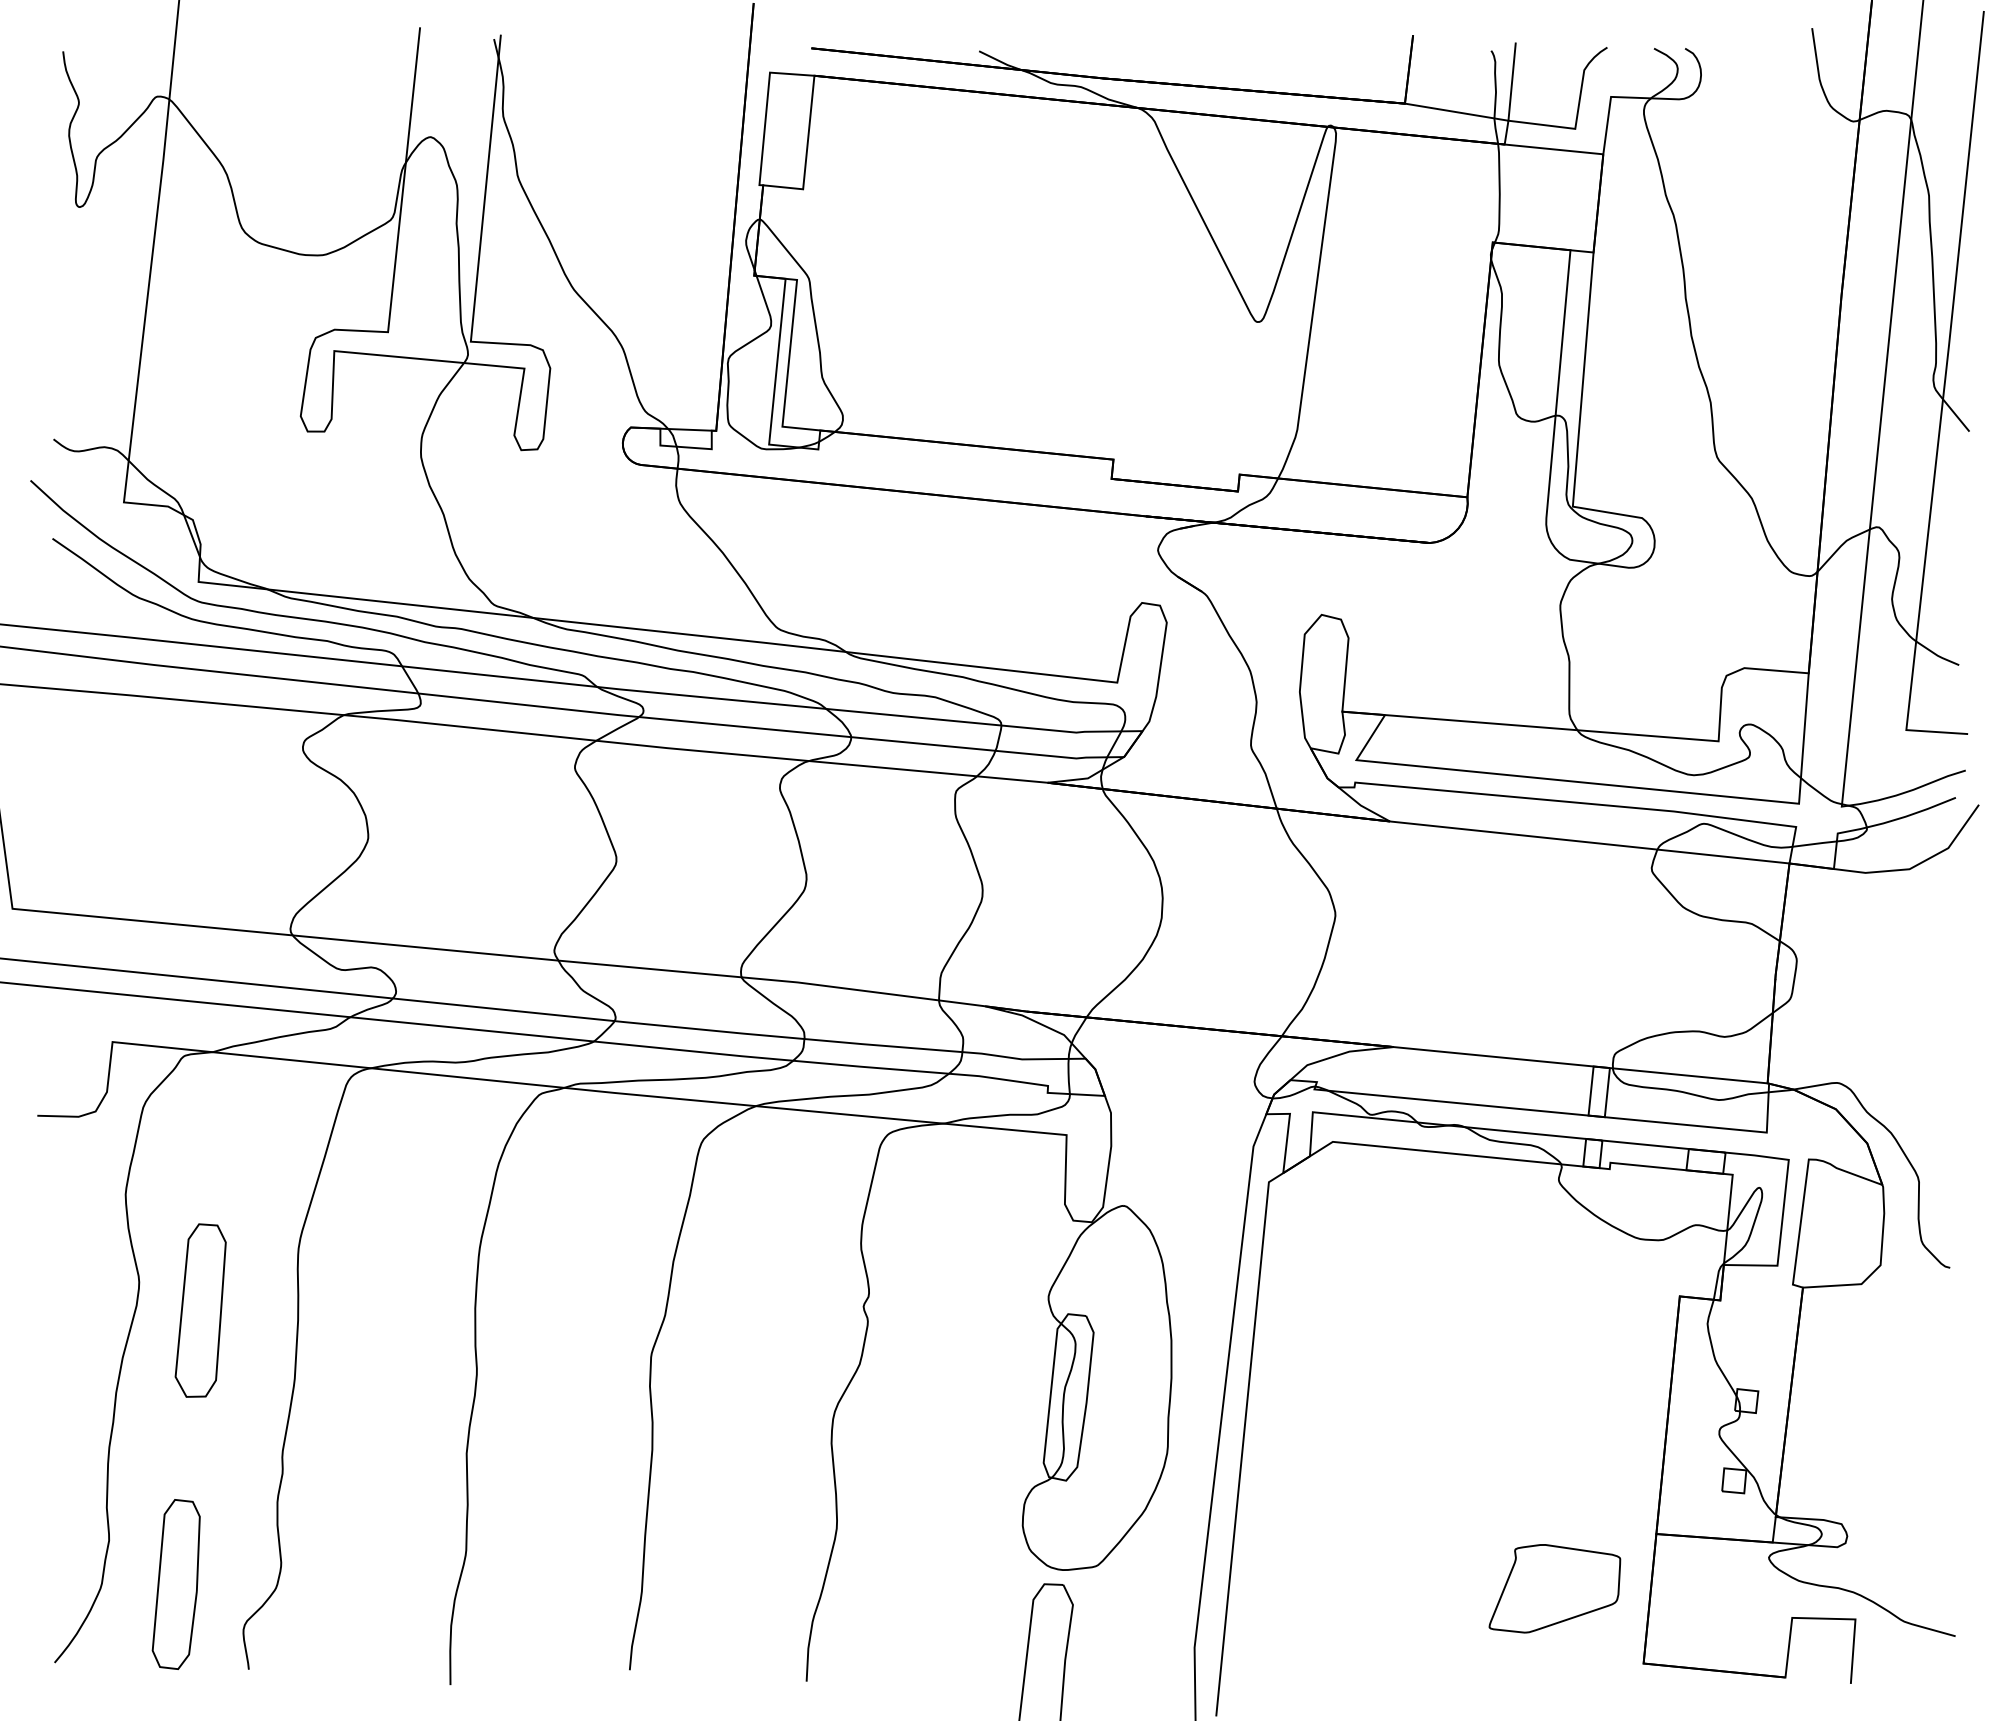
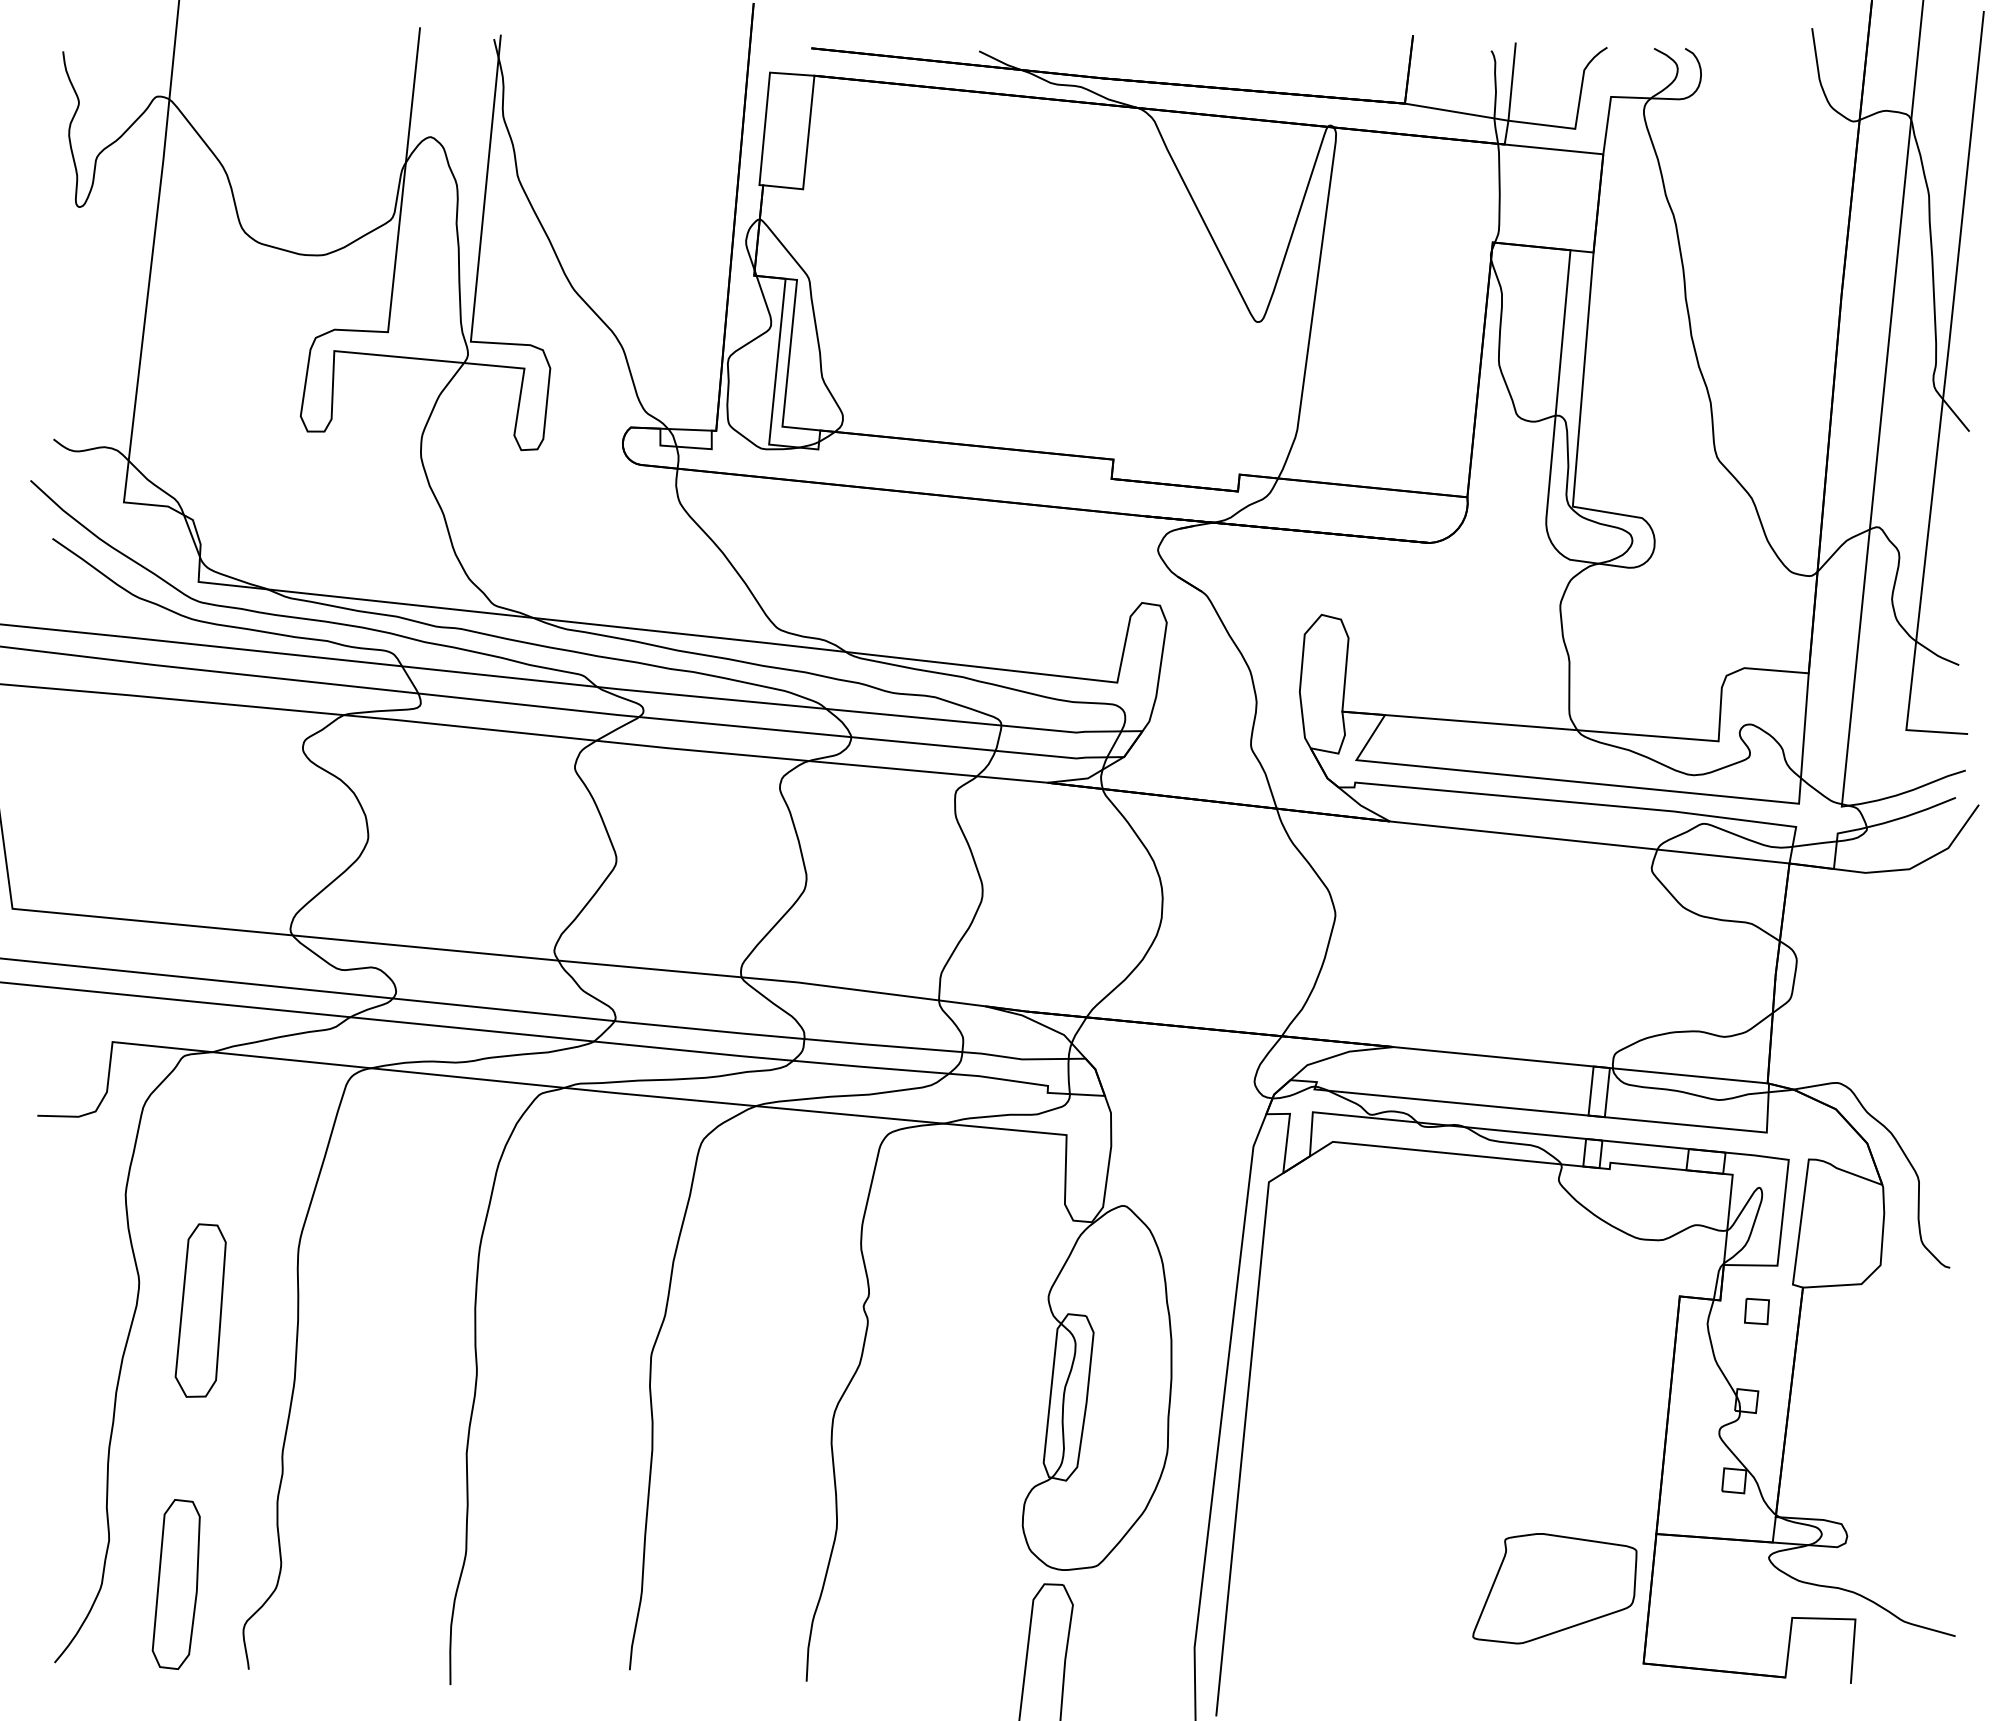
part at (1756, 1311): none -> present
part at (1554, 1588) size: 134x90 px -> 166x112 px
